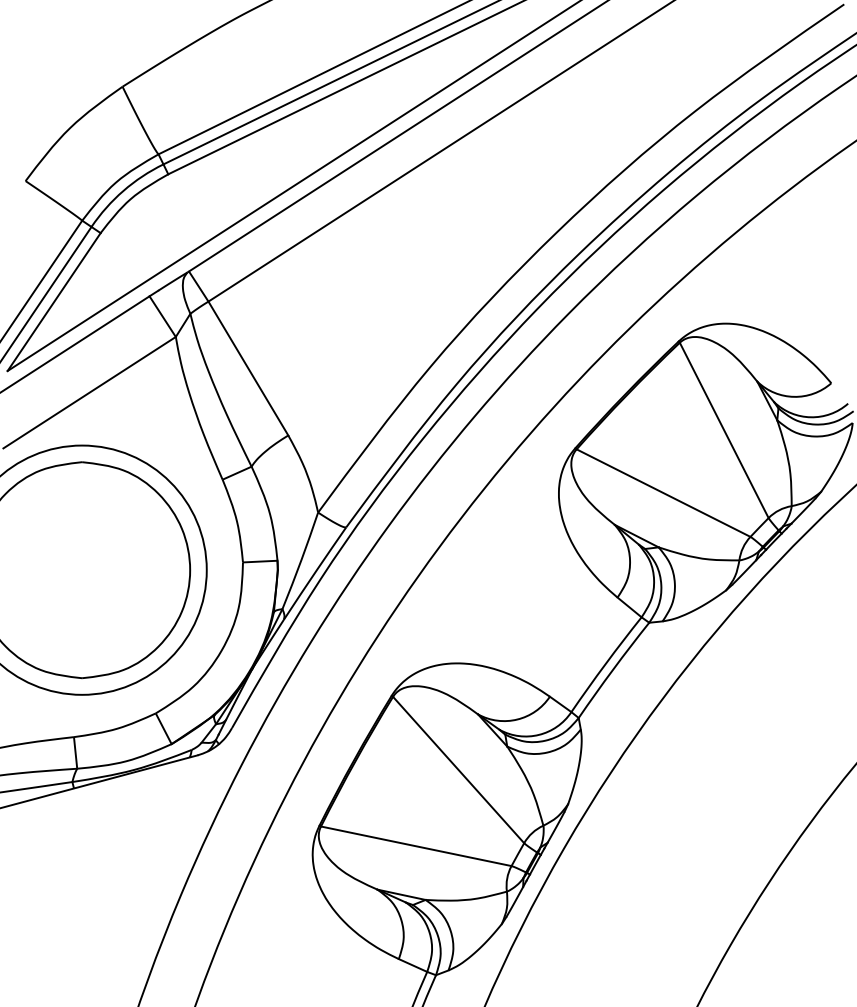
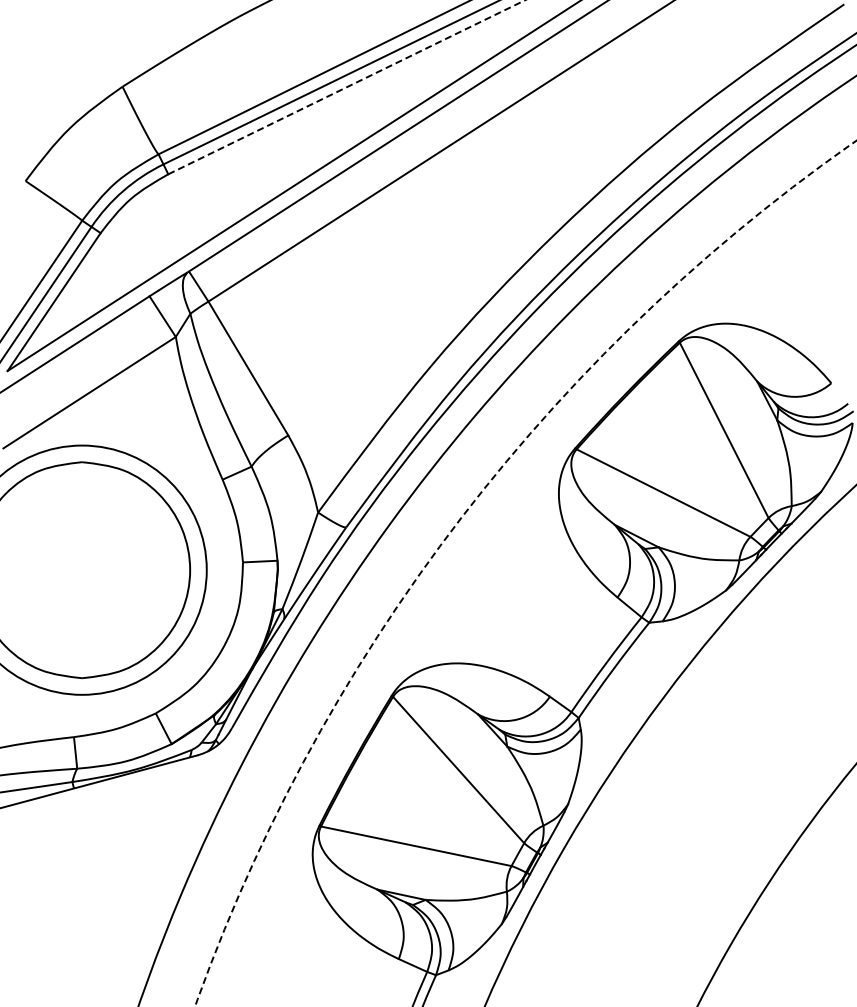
line at (347, 87): solid -> dashed
arc at (458, 521): solid -> dashed
